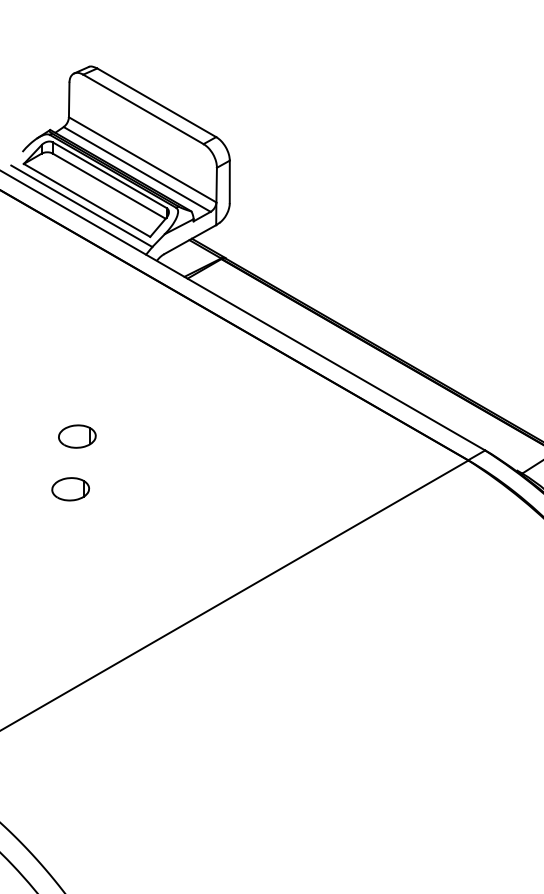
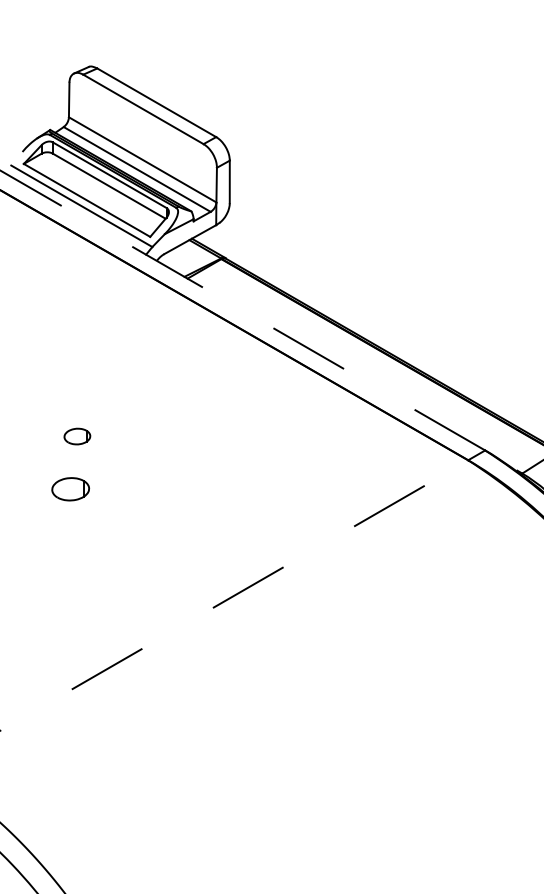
line at (242, 310): solid -> dashed
part at (77, 436) size: 39x25 px -> 29x19 px
line at (235, 595): solid -> dashed
